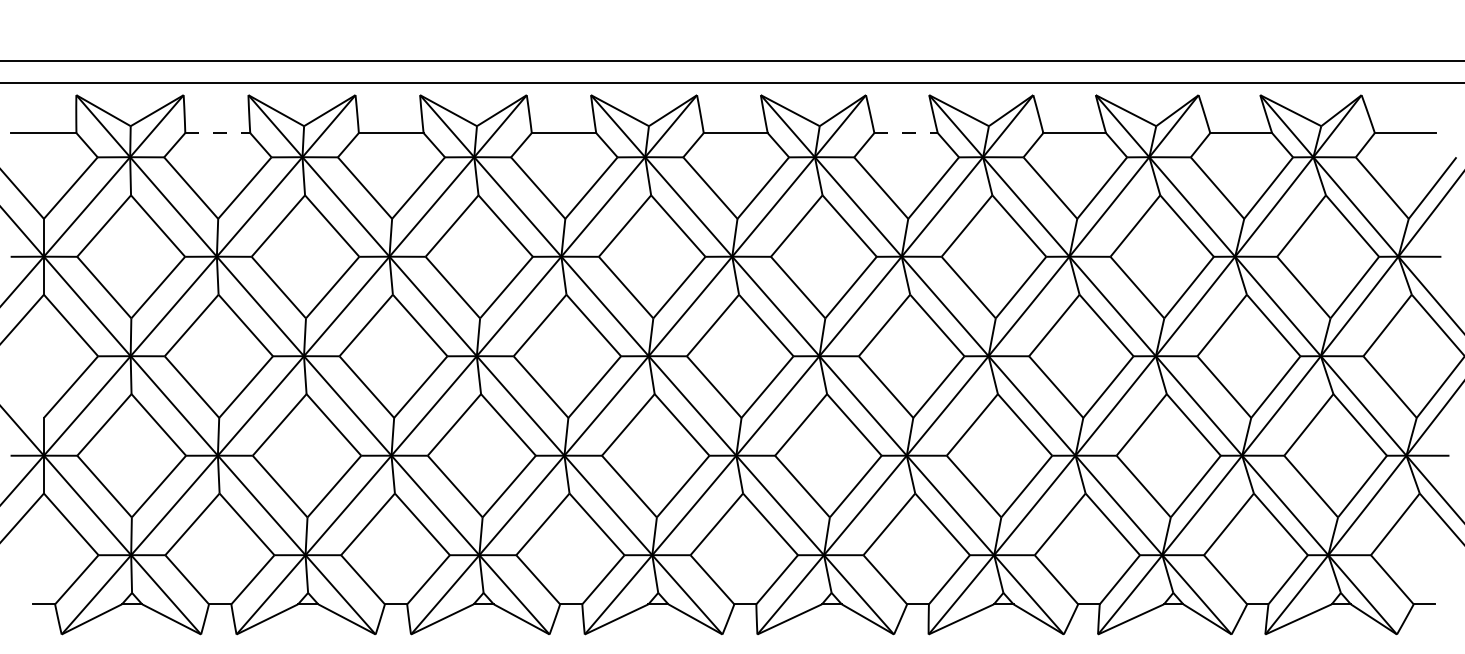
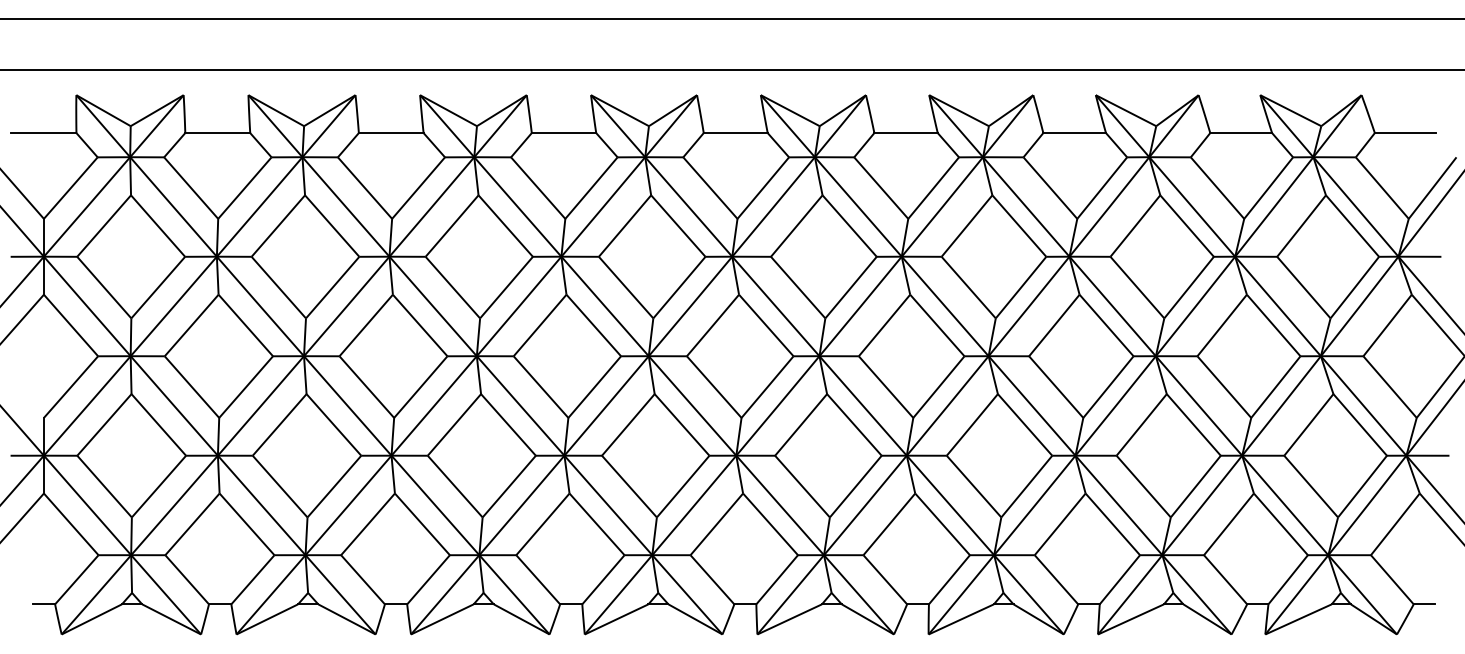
line at (731, 61) position: (731, 61) -> (731, 19)
line at (731, 82) position: (731, 82) -> (731, 69)
line at (218, 133): dashed -> solid
line at (906, 133): dashed -> solid
